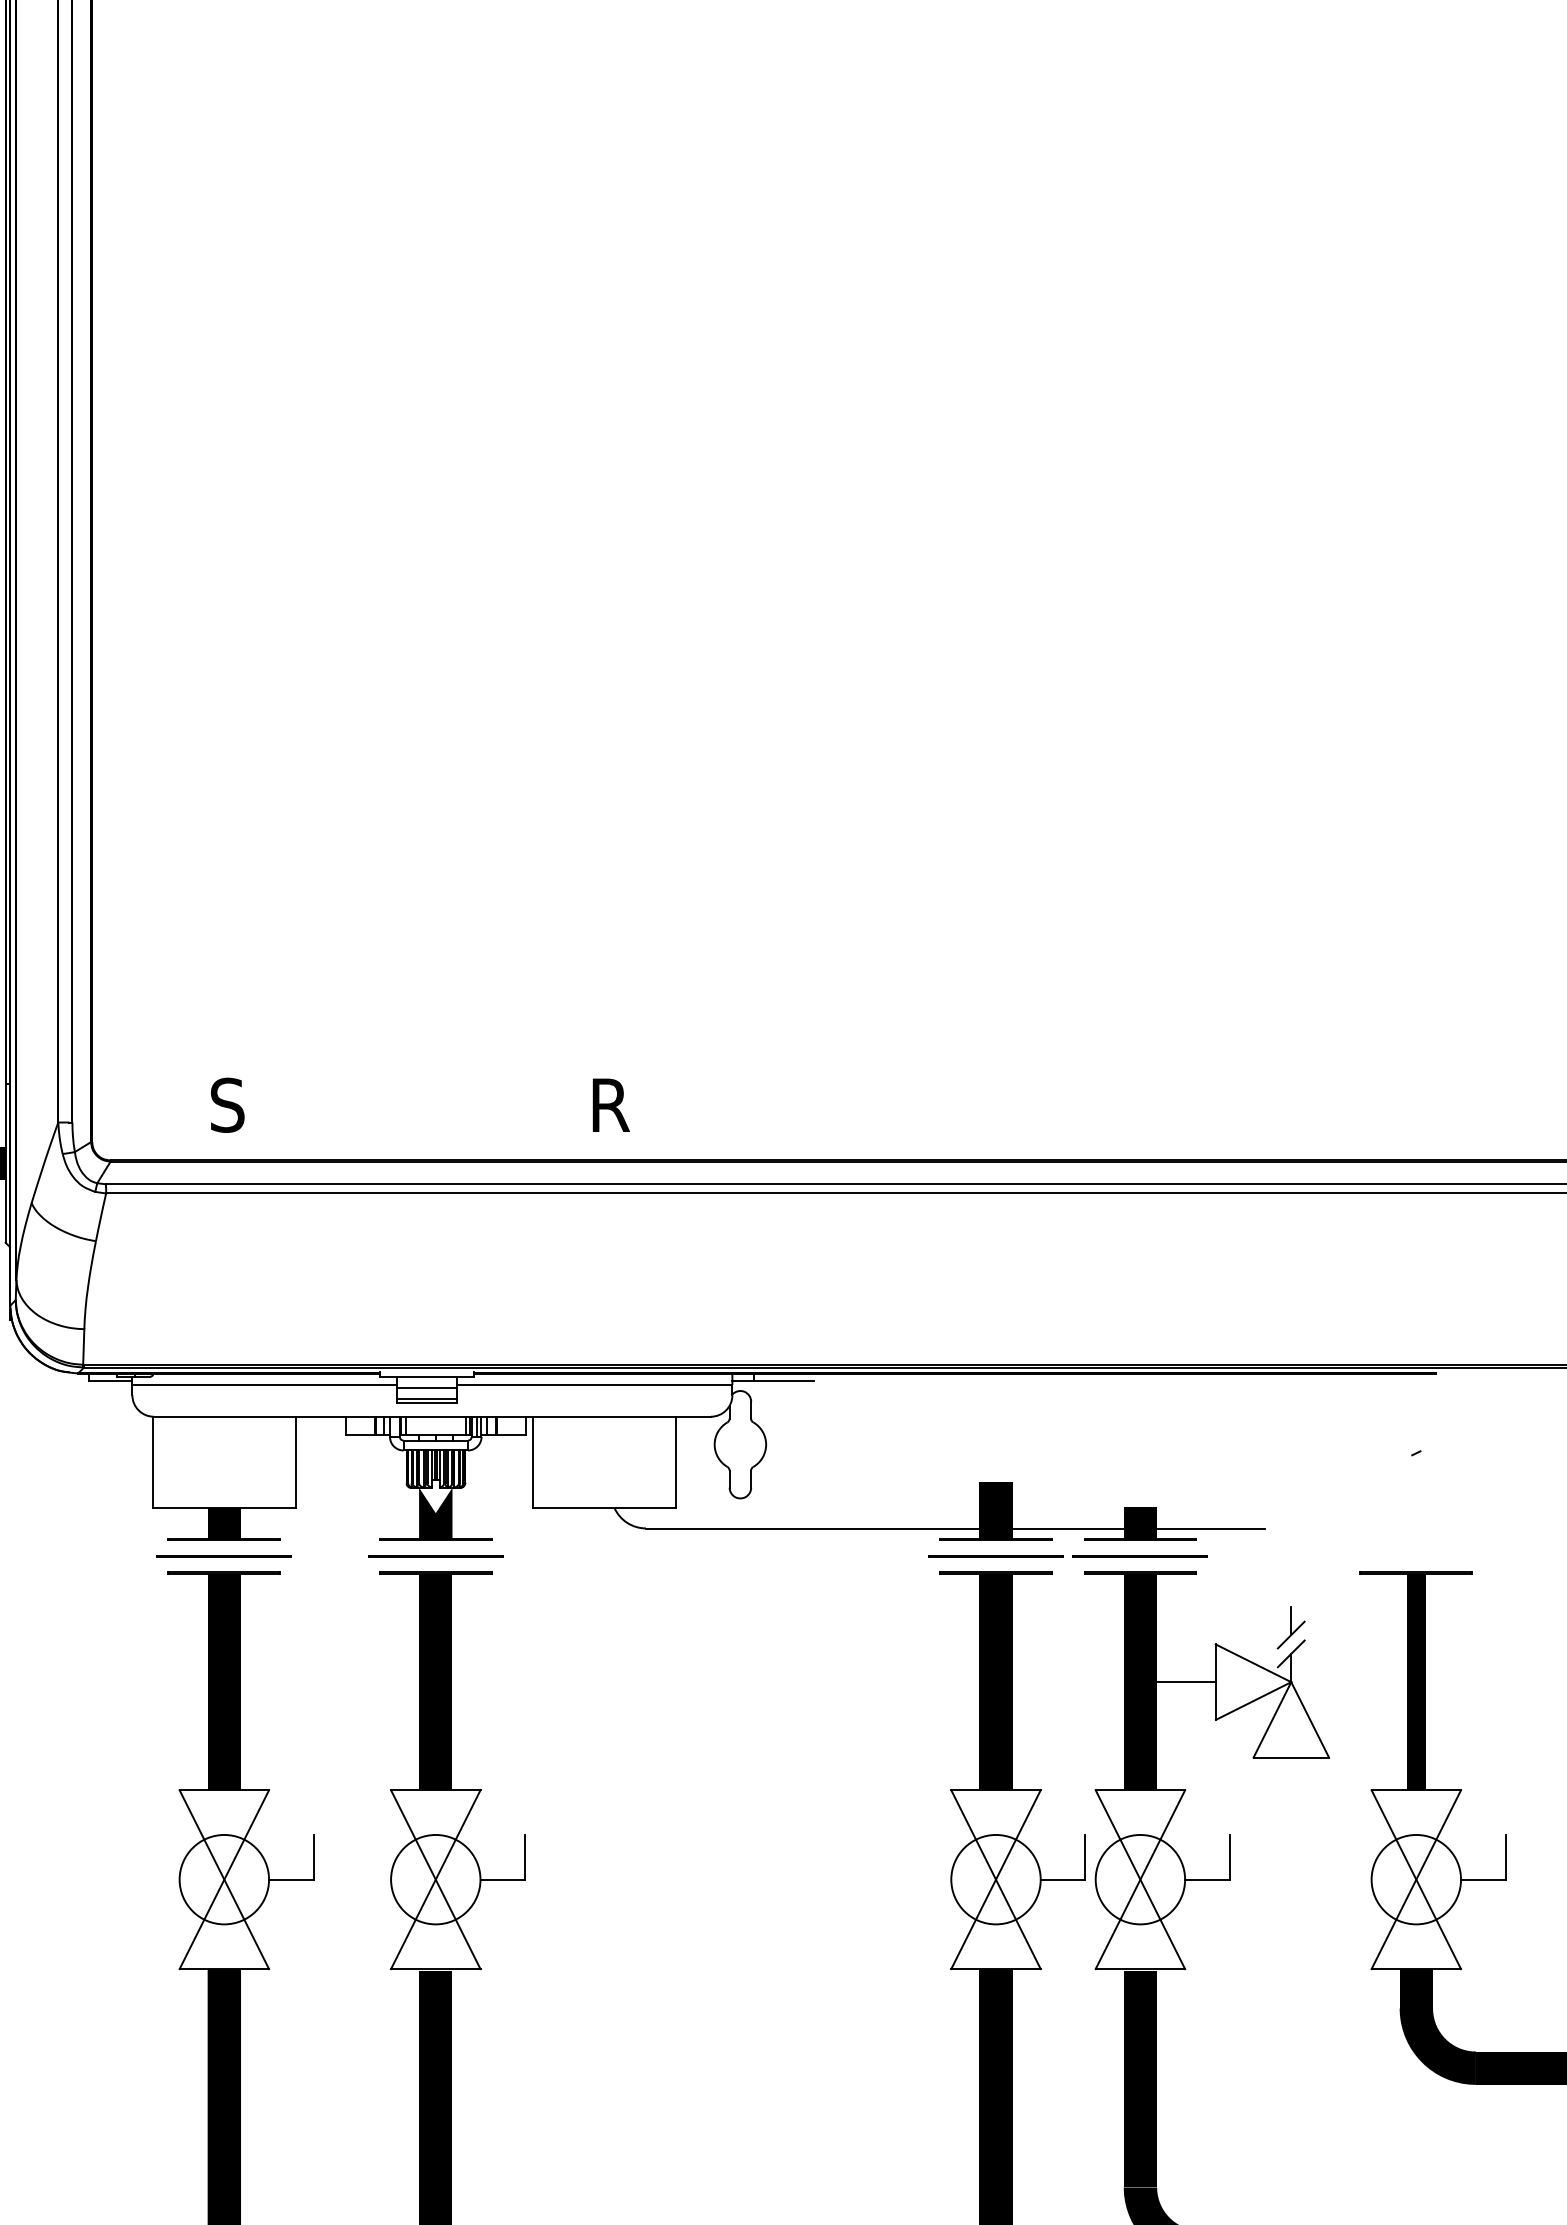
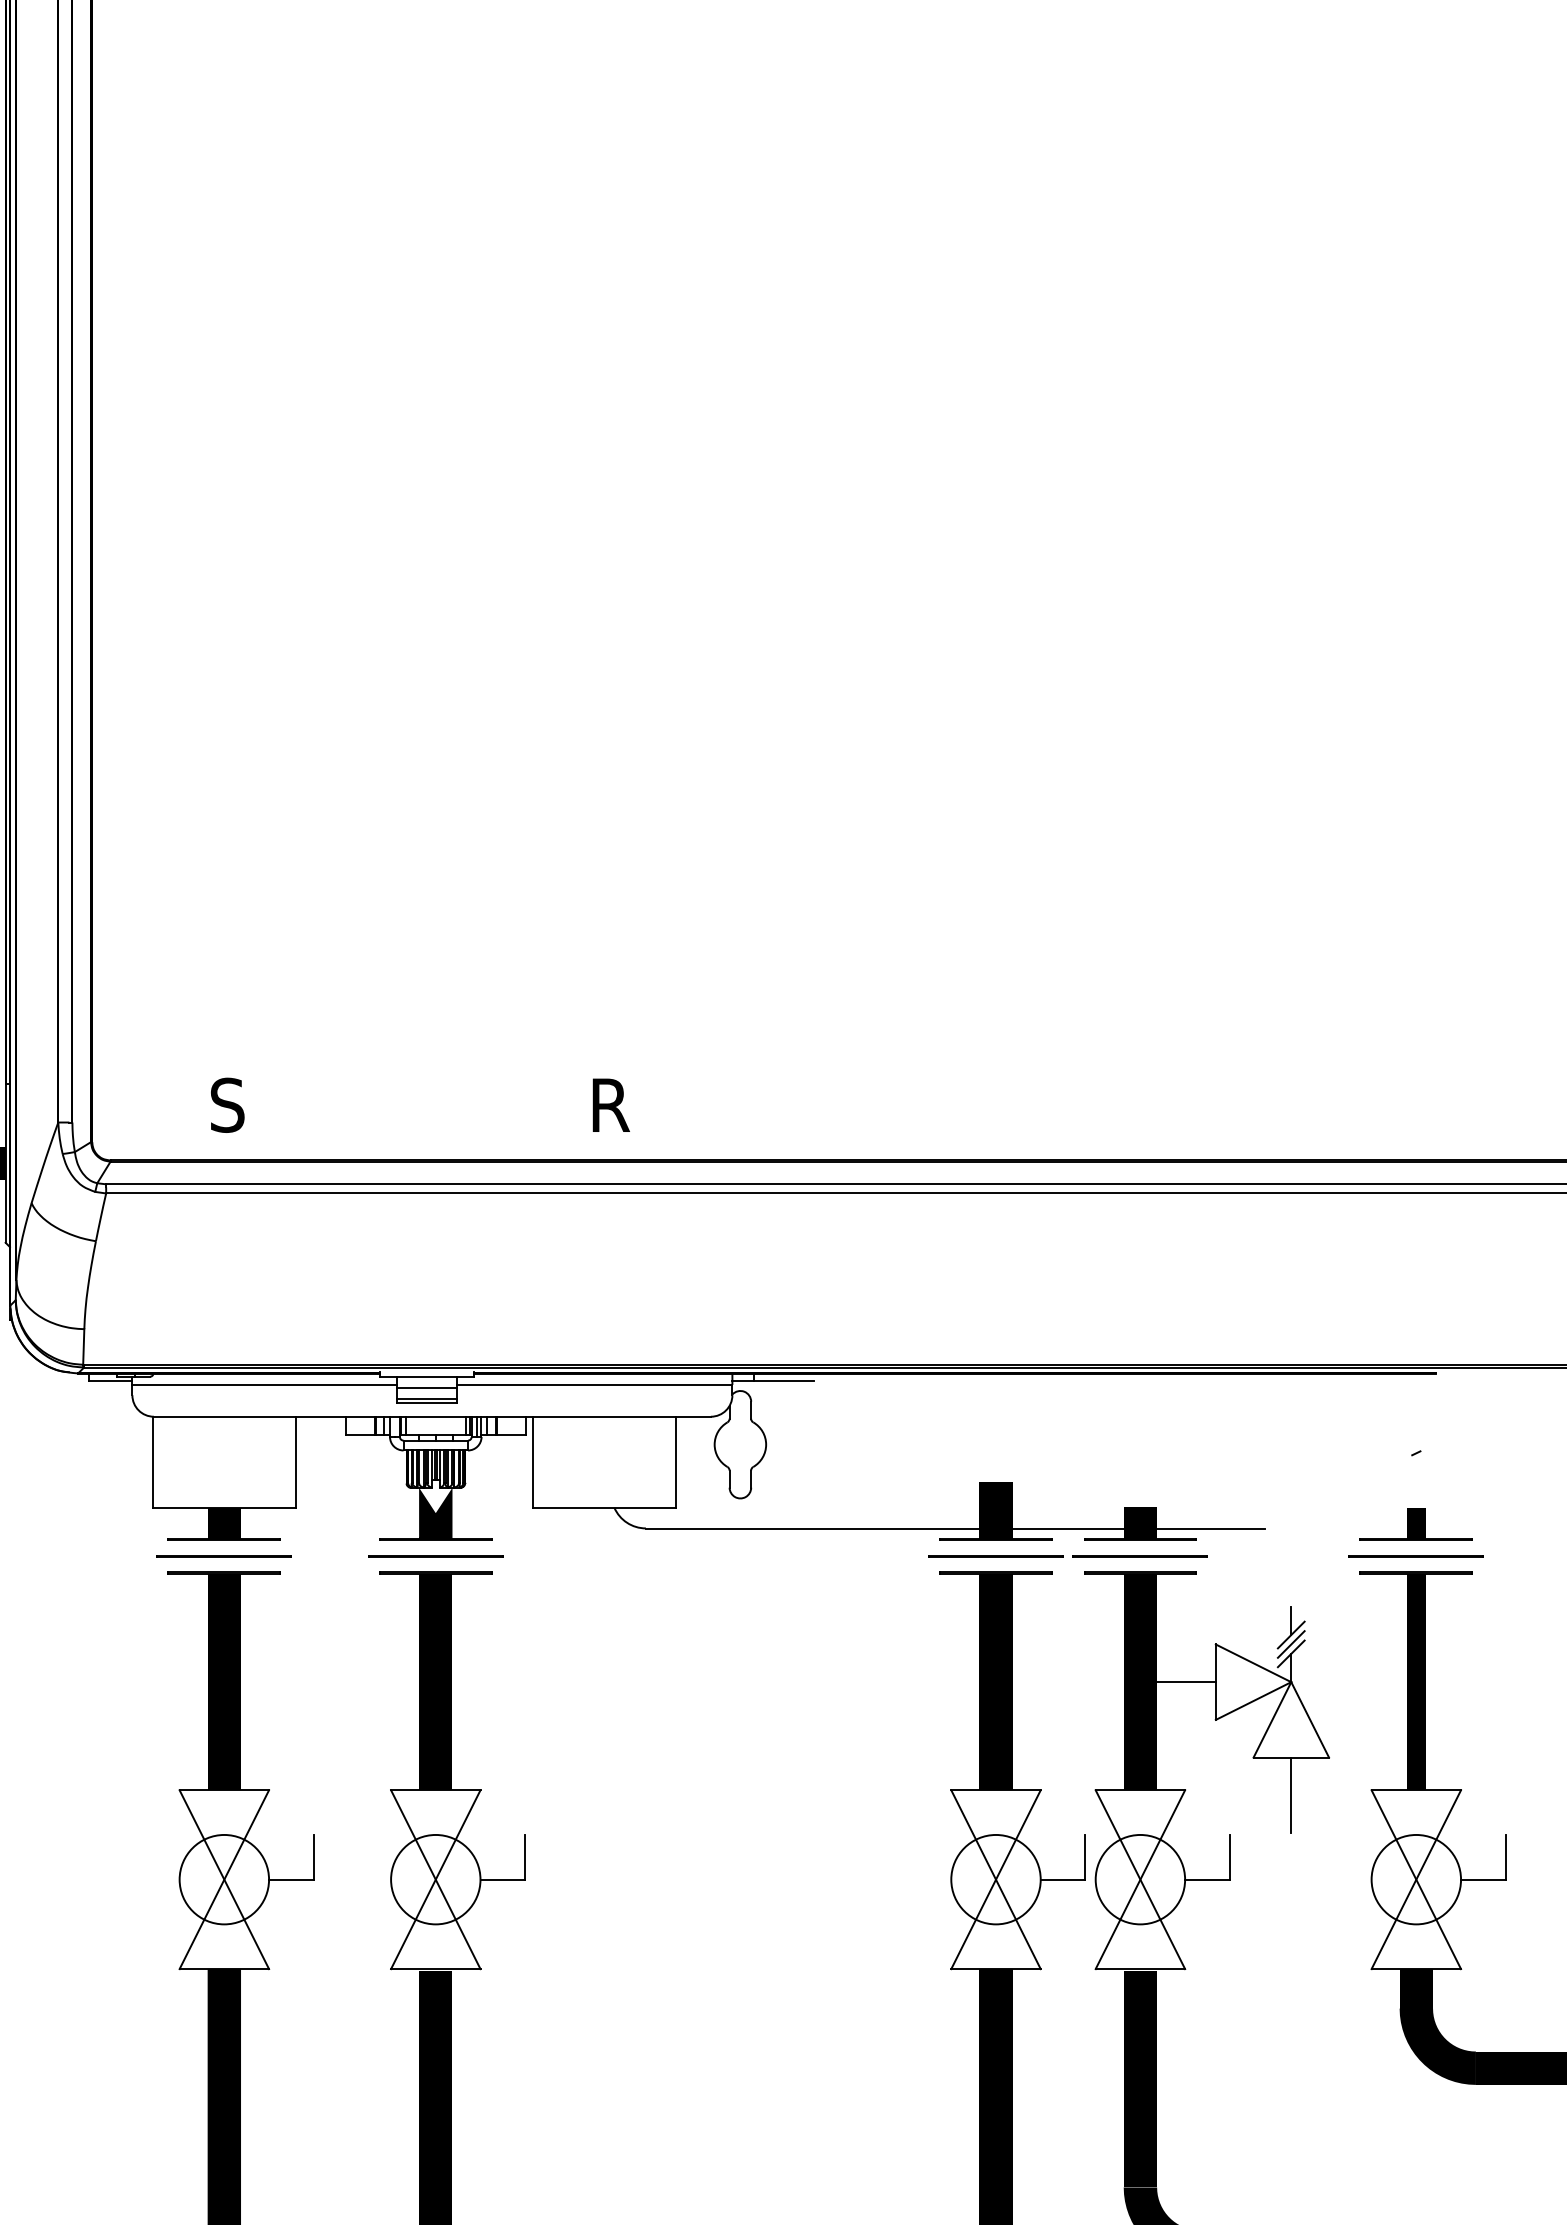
part at (1415, 1524): none -> present
line at (1415, 1556): none -> present
line at (1290, 1644): none -> present
line at (1291, 1795): none -> present
